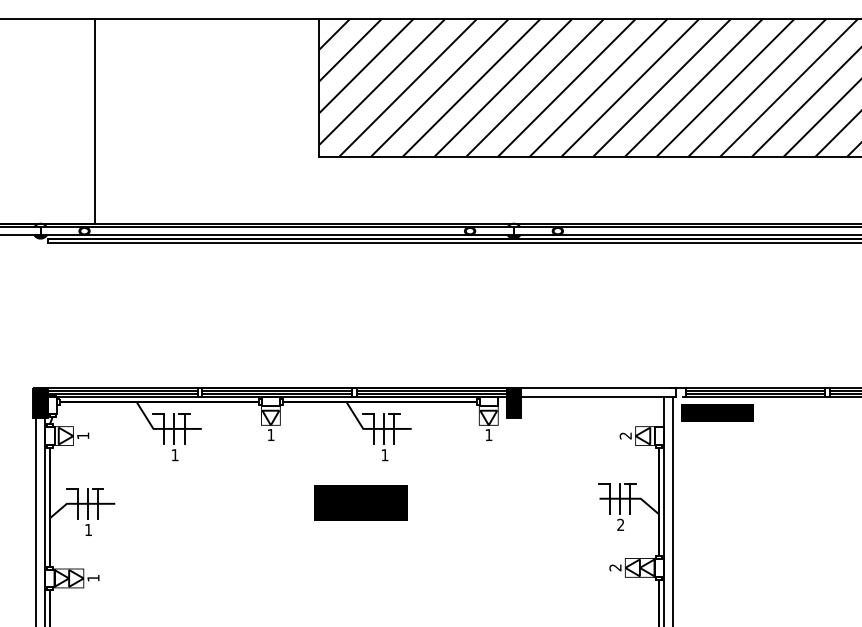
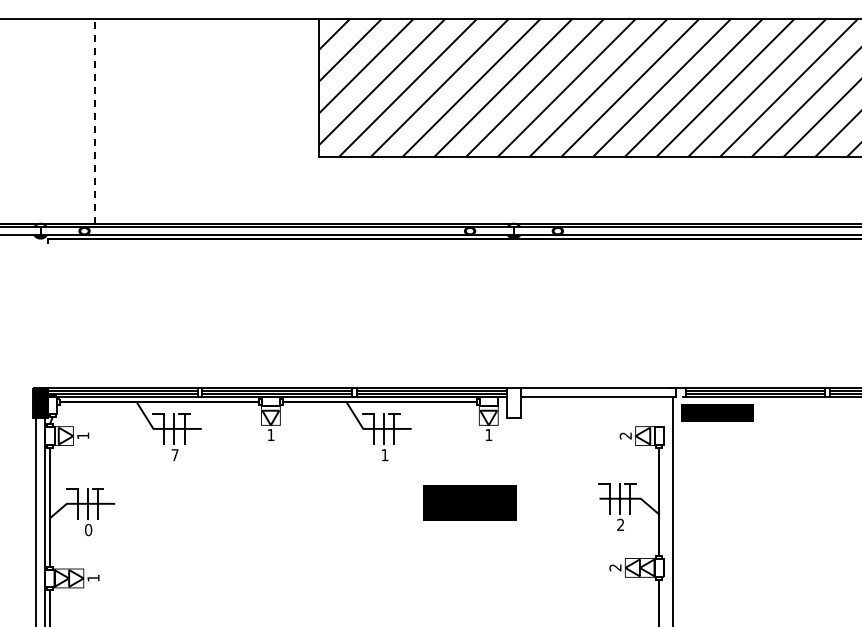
line at (95, 120): solid -> dashed
line at (453, 242): present -> none
hatch at (513, 403): present -> none
text at (174, 455): 1 -> 7
text at (360, 502) position: (360, 502) -> (469, 502)
line at (663, 510): present -> none
text at (88, 529): 1 -> 0
